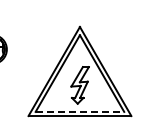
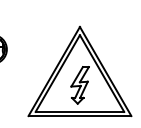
line at (80, 111): dashed -> solid
